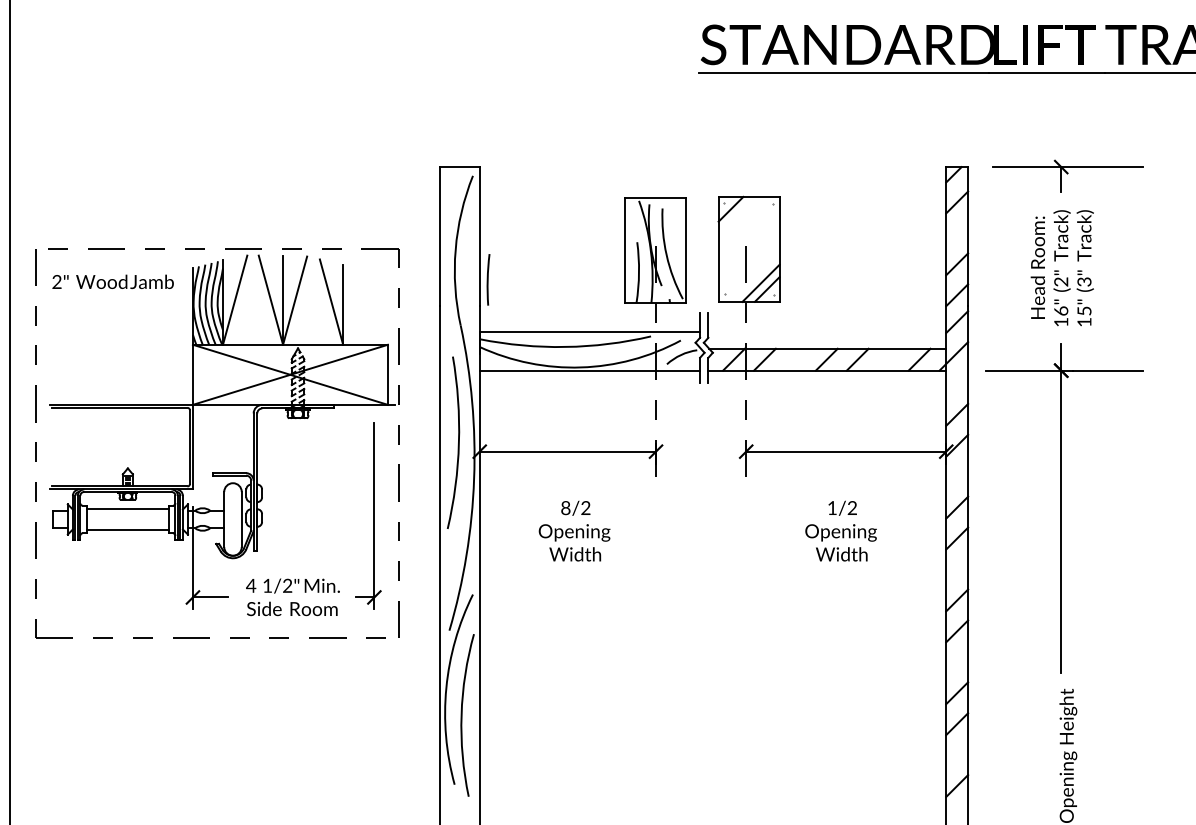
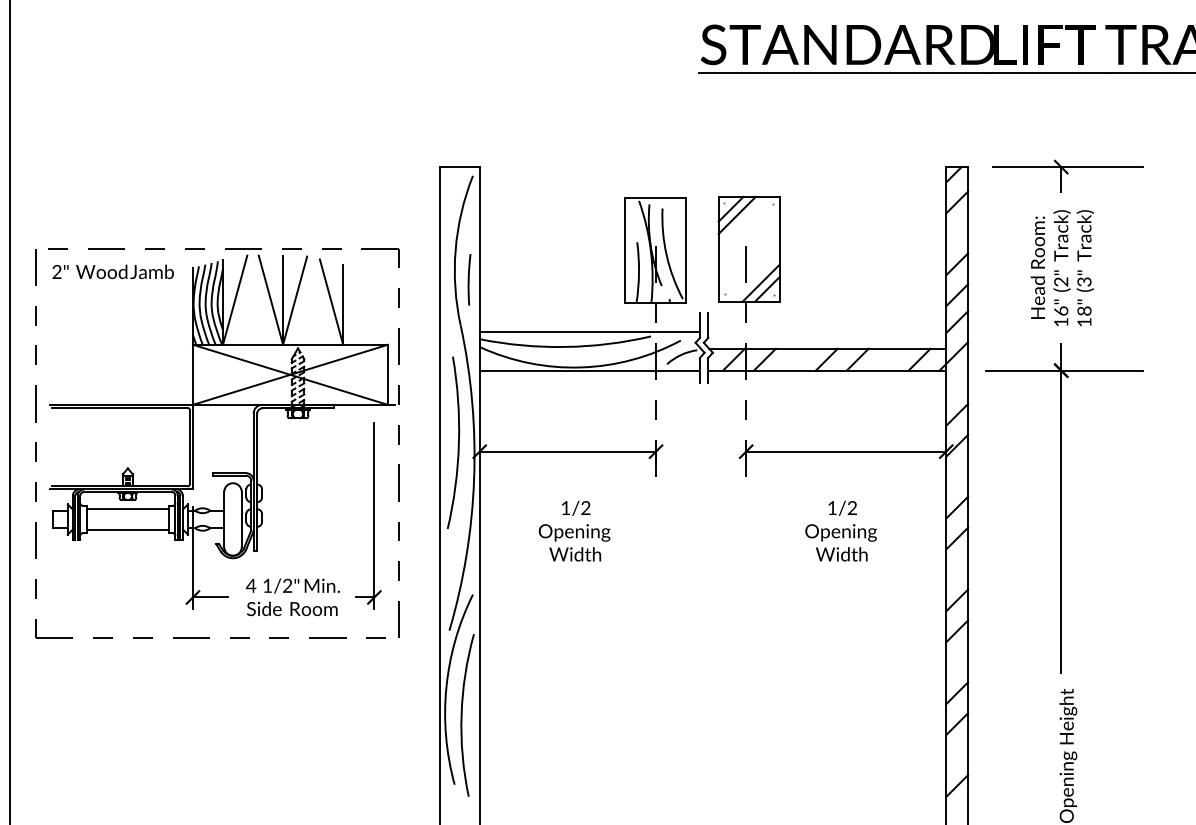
line at (736, 215): none -> present
arc at (488, 279) position: (488, 279) -> (469, 279)
text at (112, 281) position: (112, 281) -> (112, 271)
text at (1084, 310): 15" -> 18"
text at (565, 508): 8/2 -> 1/2
